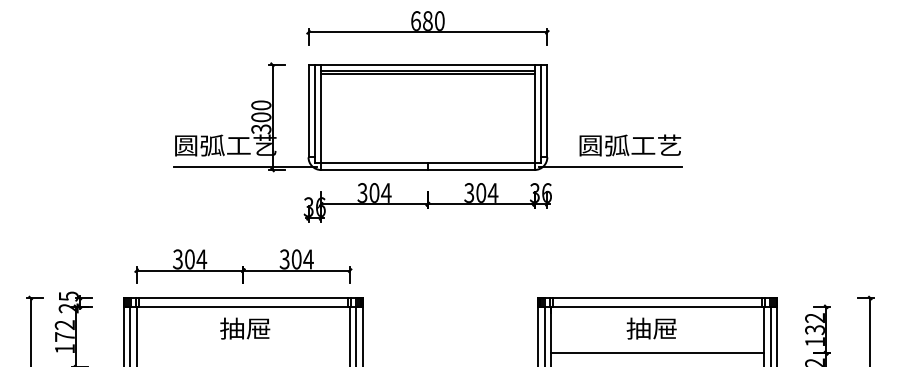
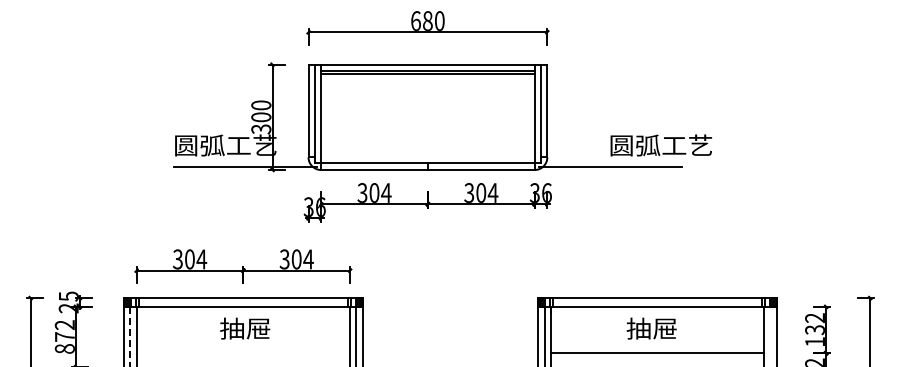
text at (629, 145) position: (629, 145) -> (660, 145)
line at (770, 334): present -> none
line at (130, 336): solid -> dashed
text at (64, 348): 172 -> 872
